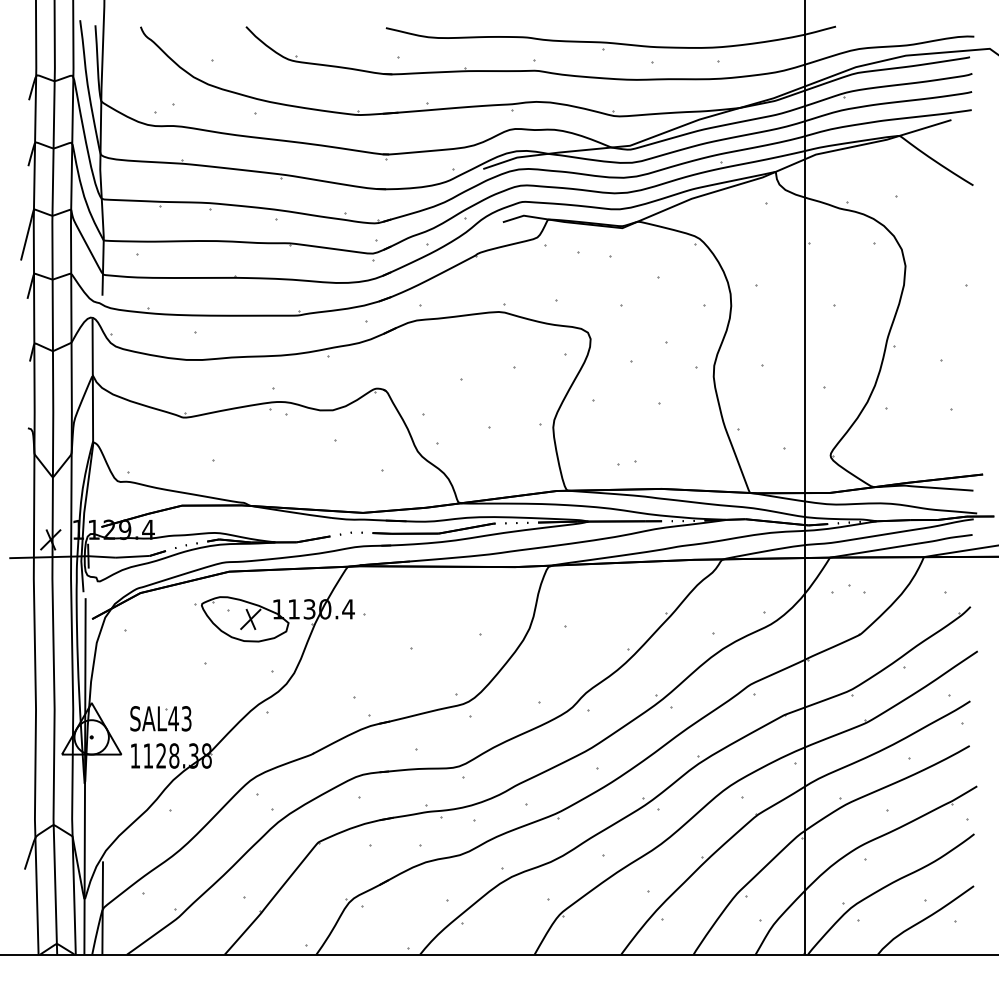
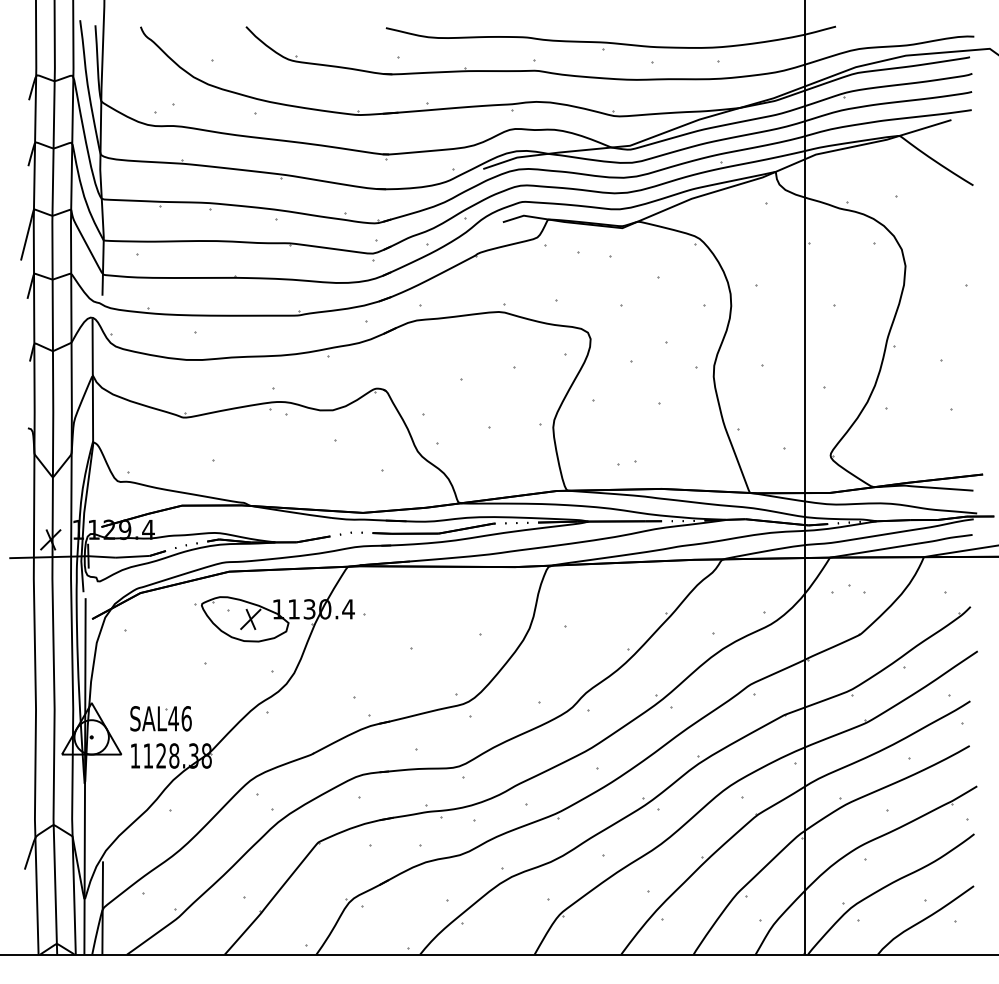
text at (186, 718): SAL43 -> SAL46
